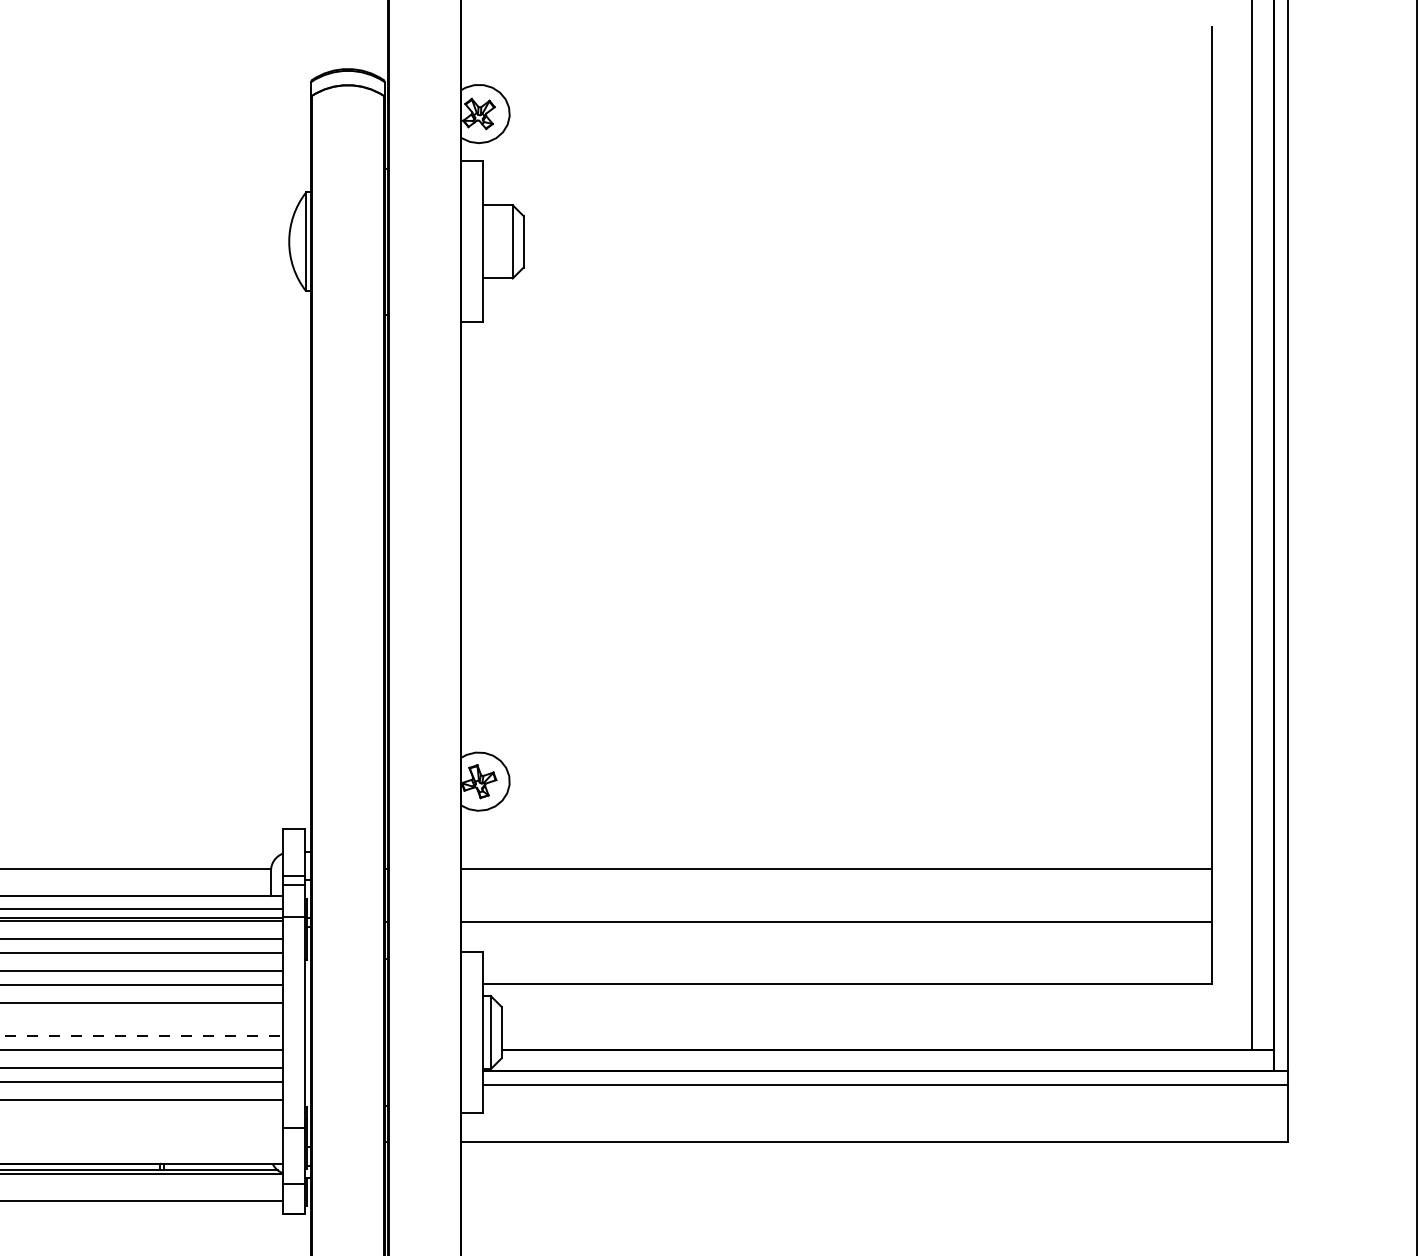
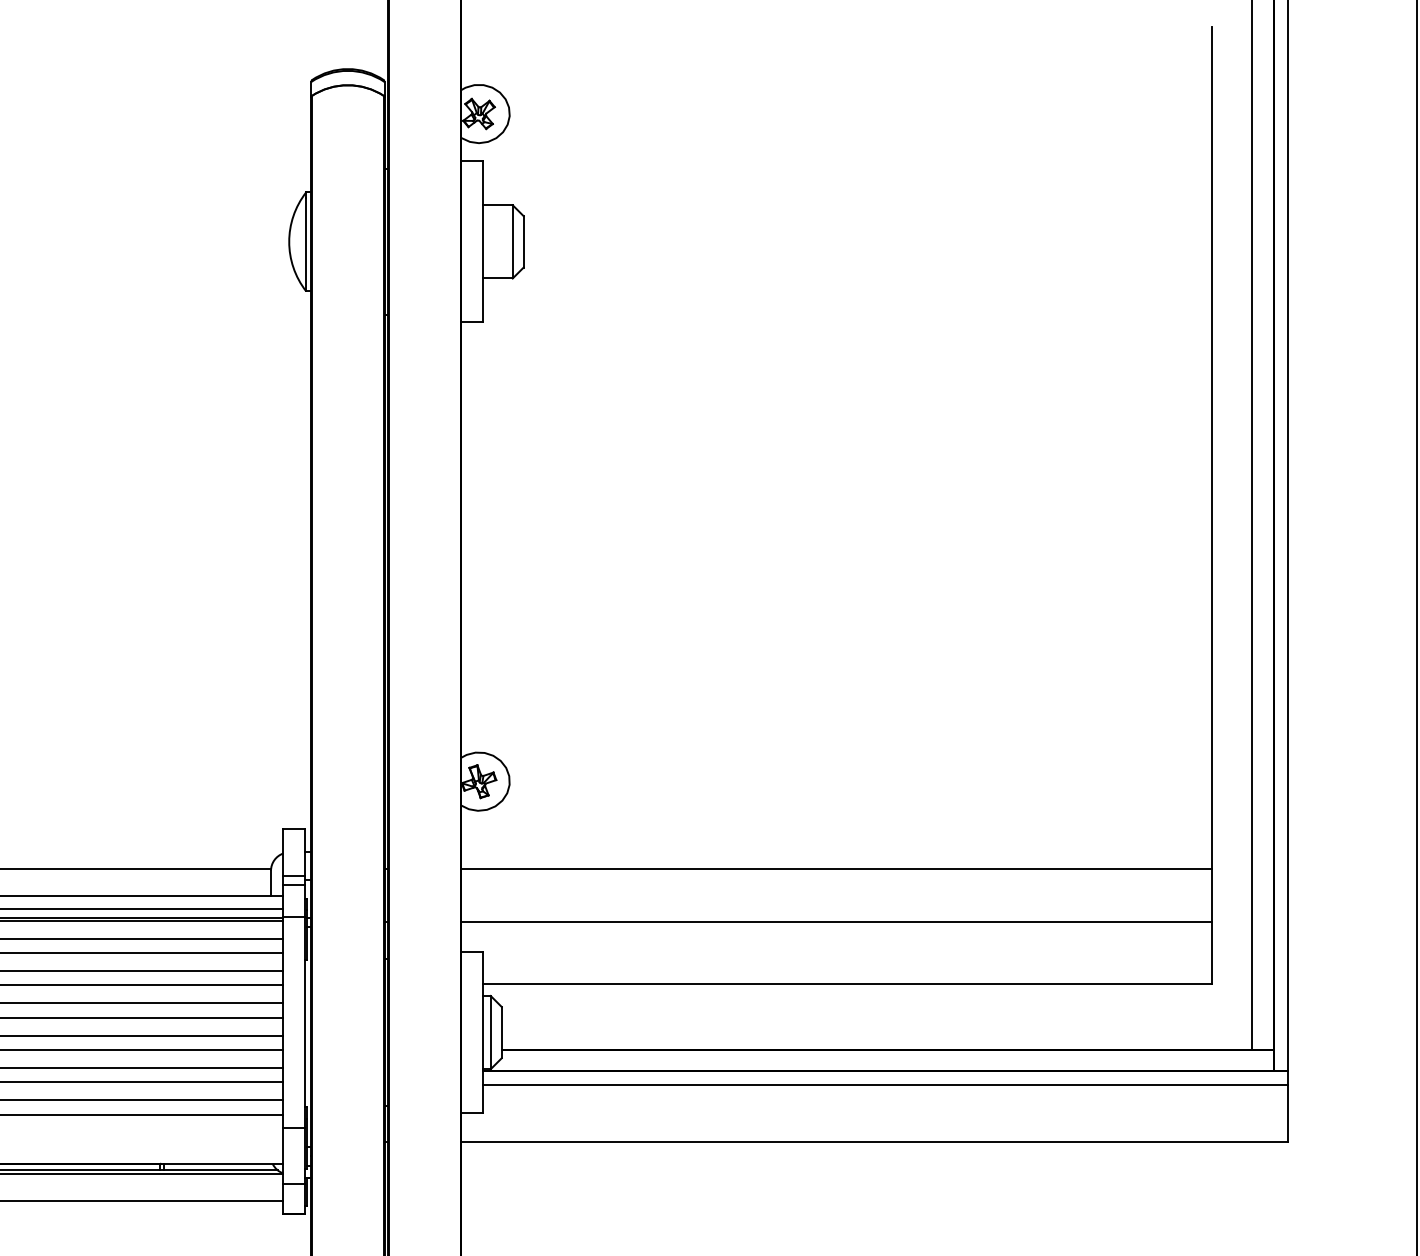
line at (142, 1017): none -> present
line at (142, 1035): dashed -> solid
line at (142, 1114): none -> present
